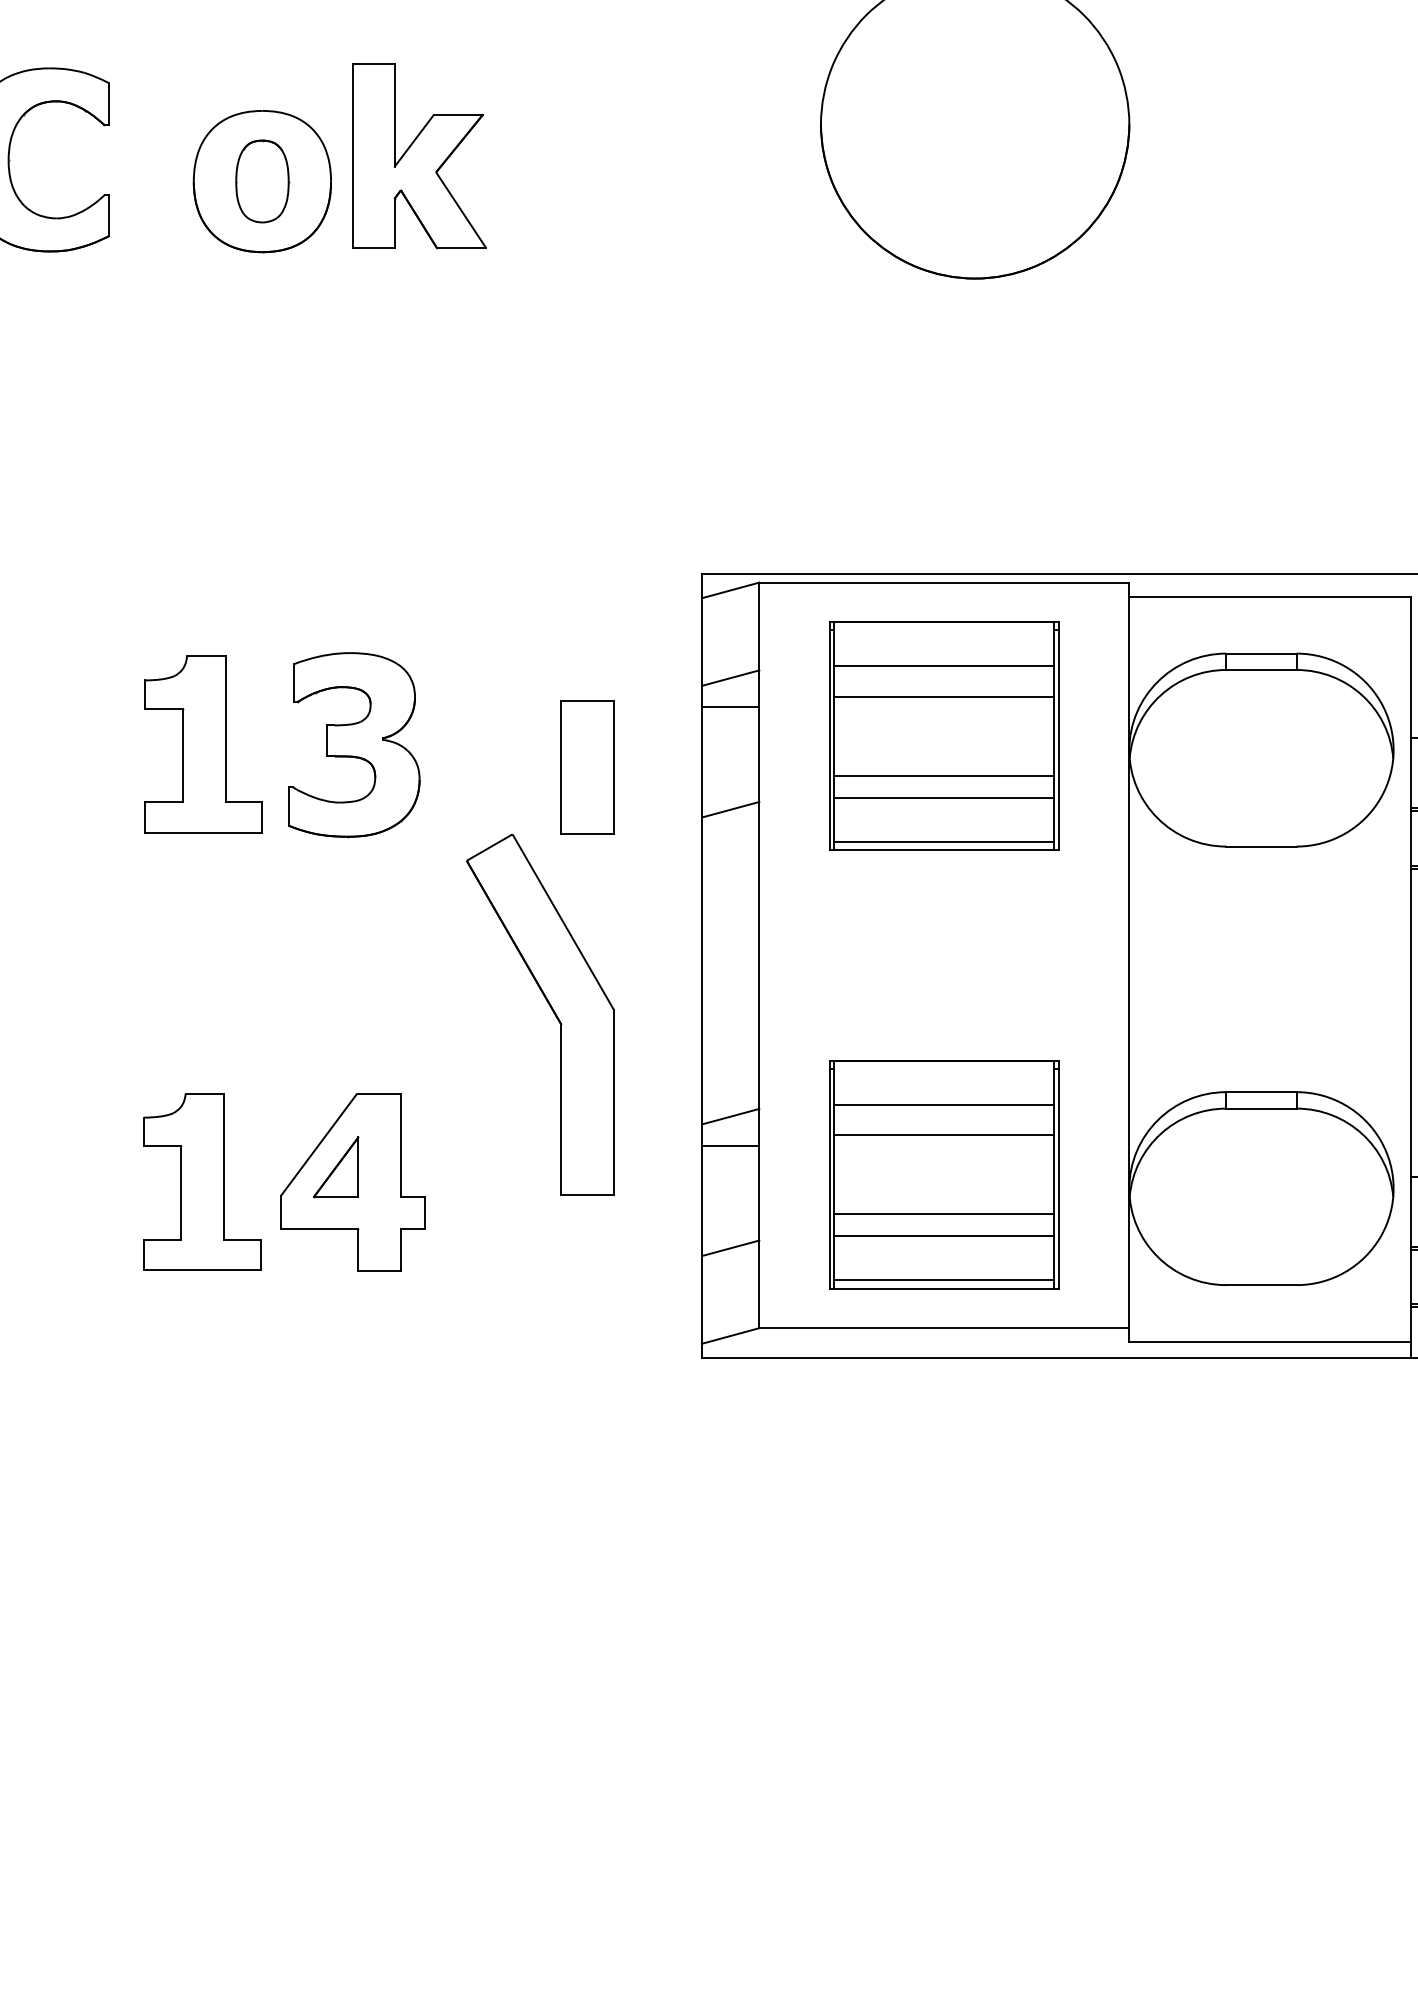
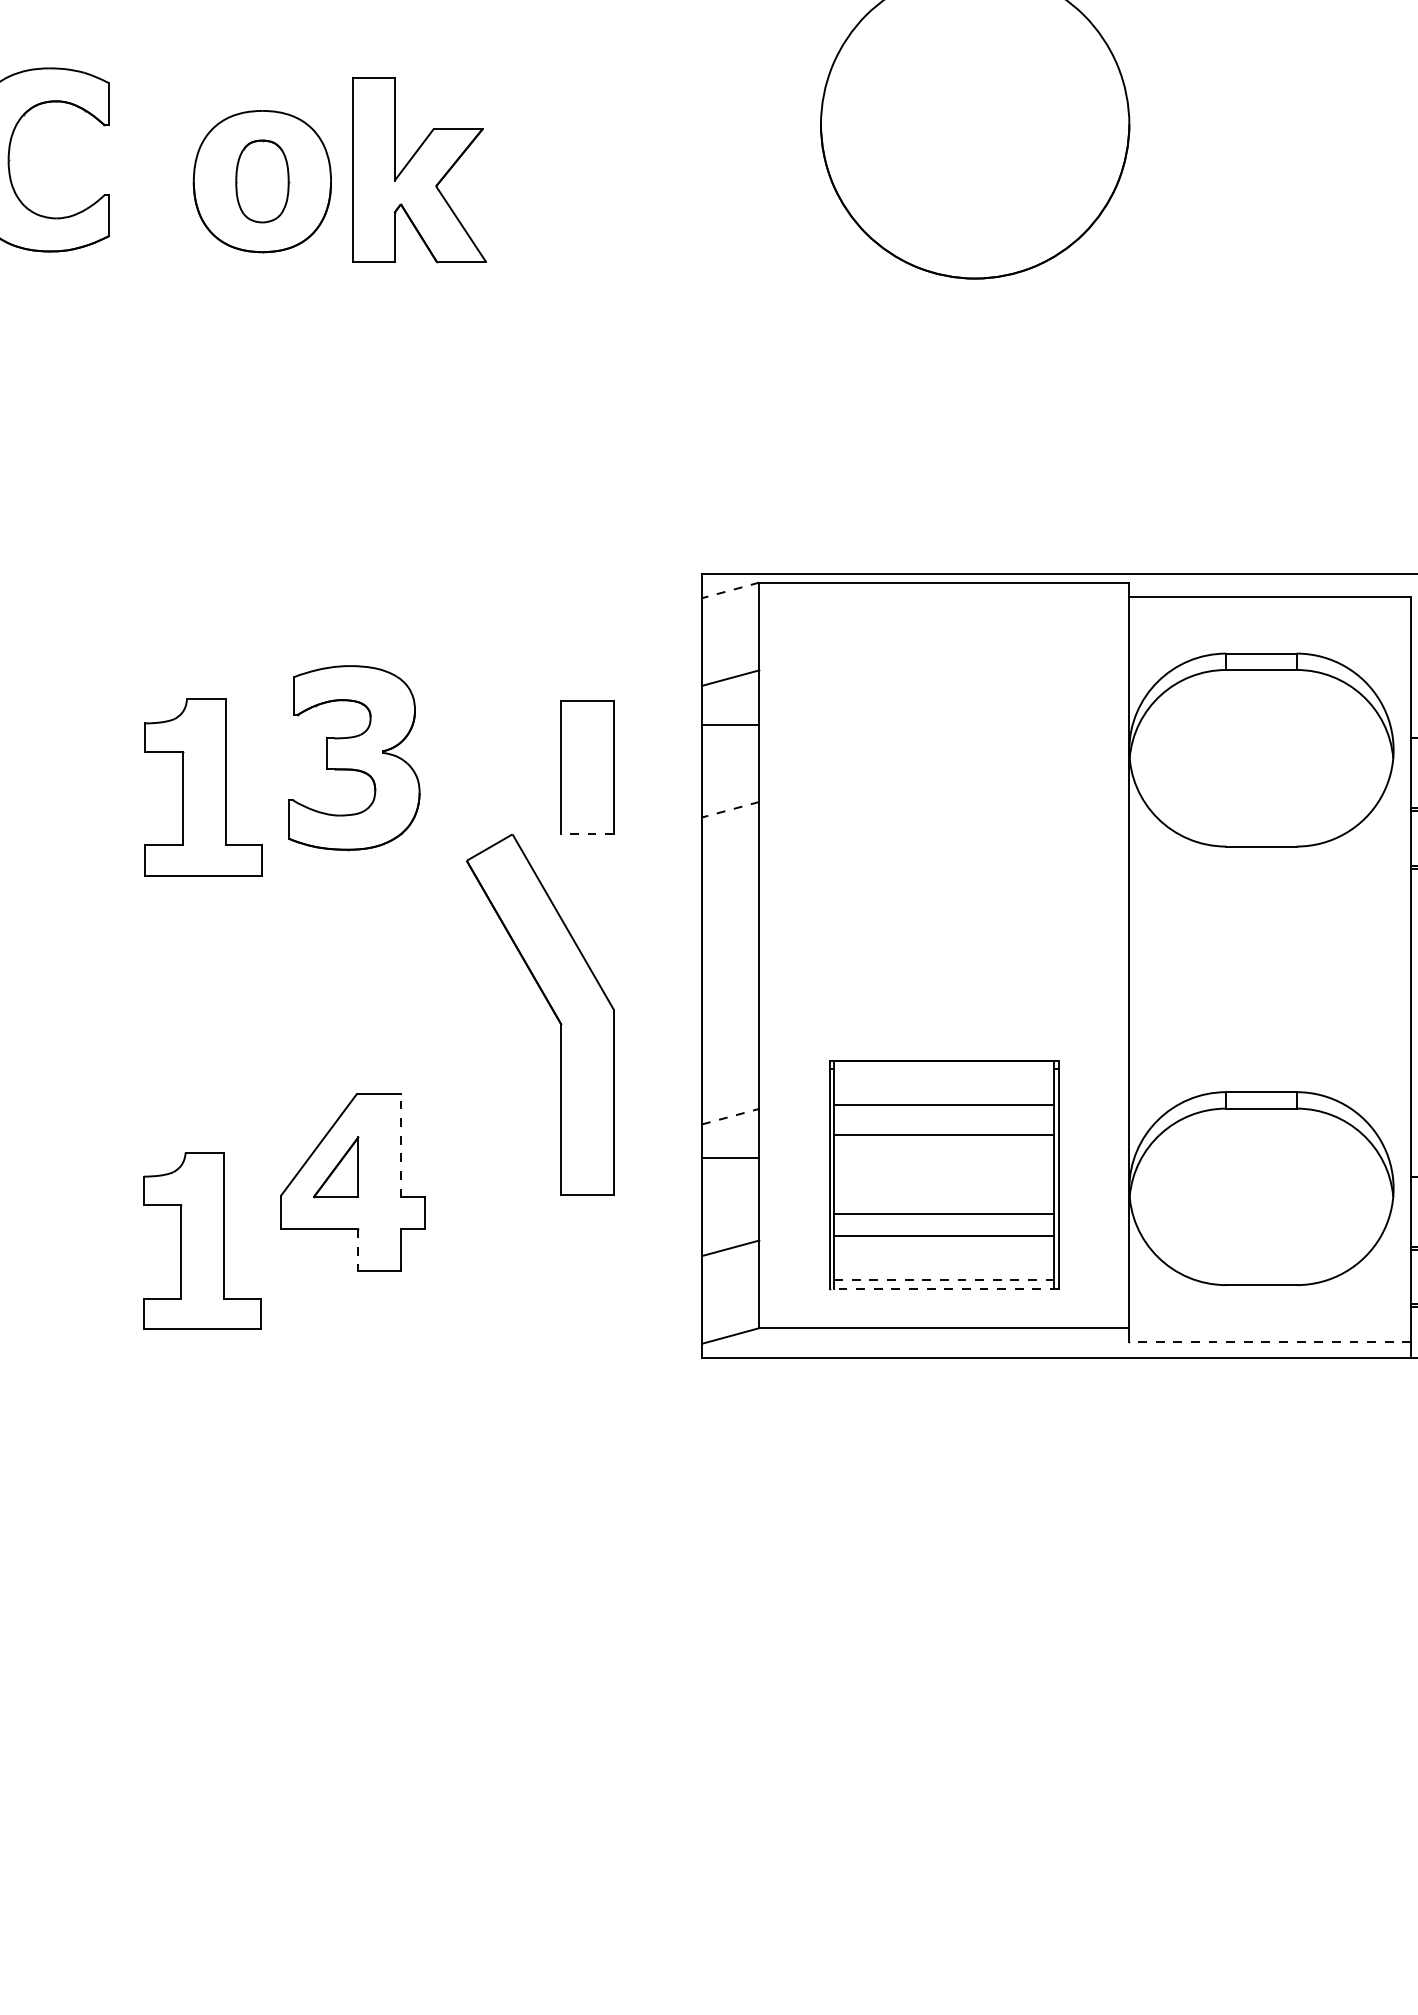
part at (419, 156) position: (419, 156) -> (419, 170)
line at (730, 590): solid -> dashed
line at (730, 707) position: (730, 707) -> (730, 725)
part at (944, 735): present -> none
part at (203, 744) position: (203, 744) -> (203, 787)
part at (354, 745) position: (354, 745) -> (354, 758)
line at (730, 809): solid -> dashed
line at (587, 833): solid -> dashed
line at (730, 1116): solid -> dashed
line at (401, 1145): solid -> dashed
line at (730, 1145) position: (730, 1145) -> (730, 1157)
part at (202, 1181) position: (202, 1181) -> (202, 1240)
line at (358, 1249): solid -> dashed
line at (943, 1280): solid -> dashed
line at (944, 1288): solid -> dashed
line at (1270, 1342): solid -> dashed
